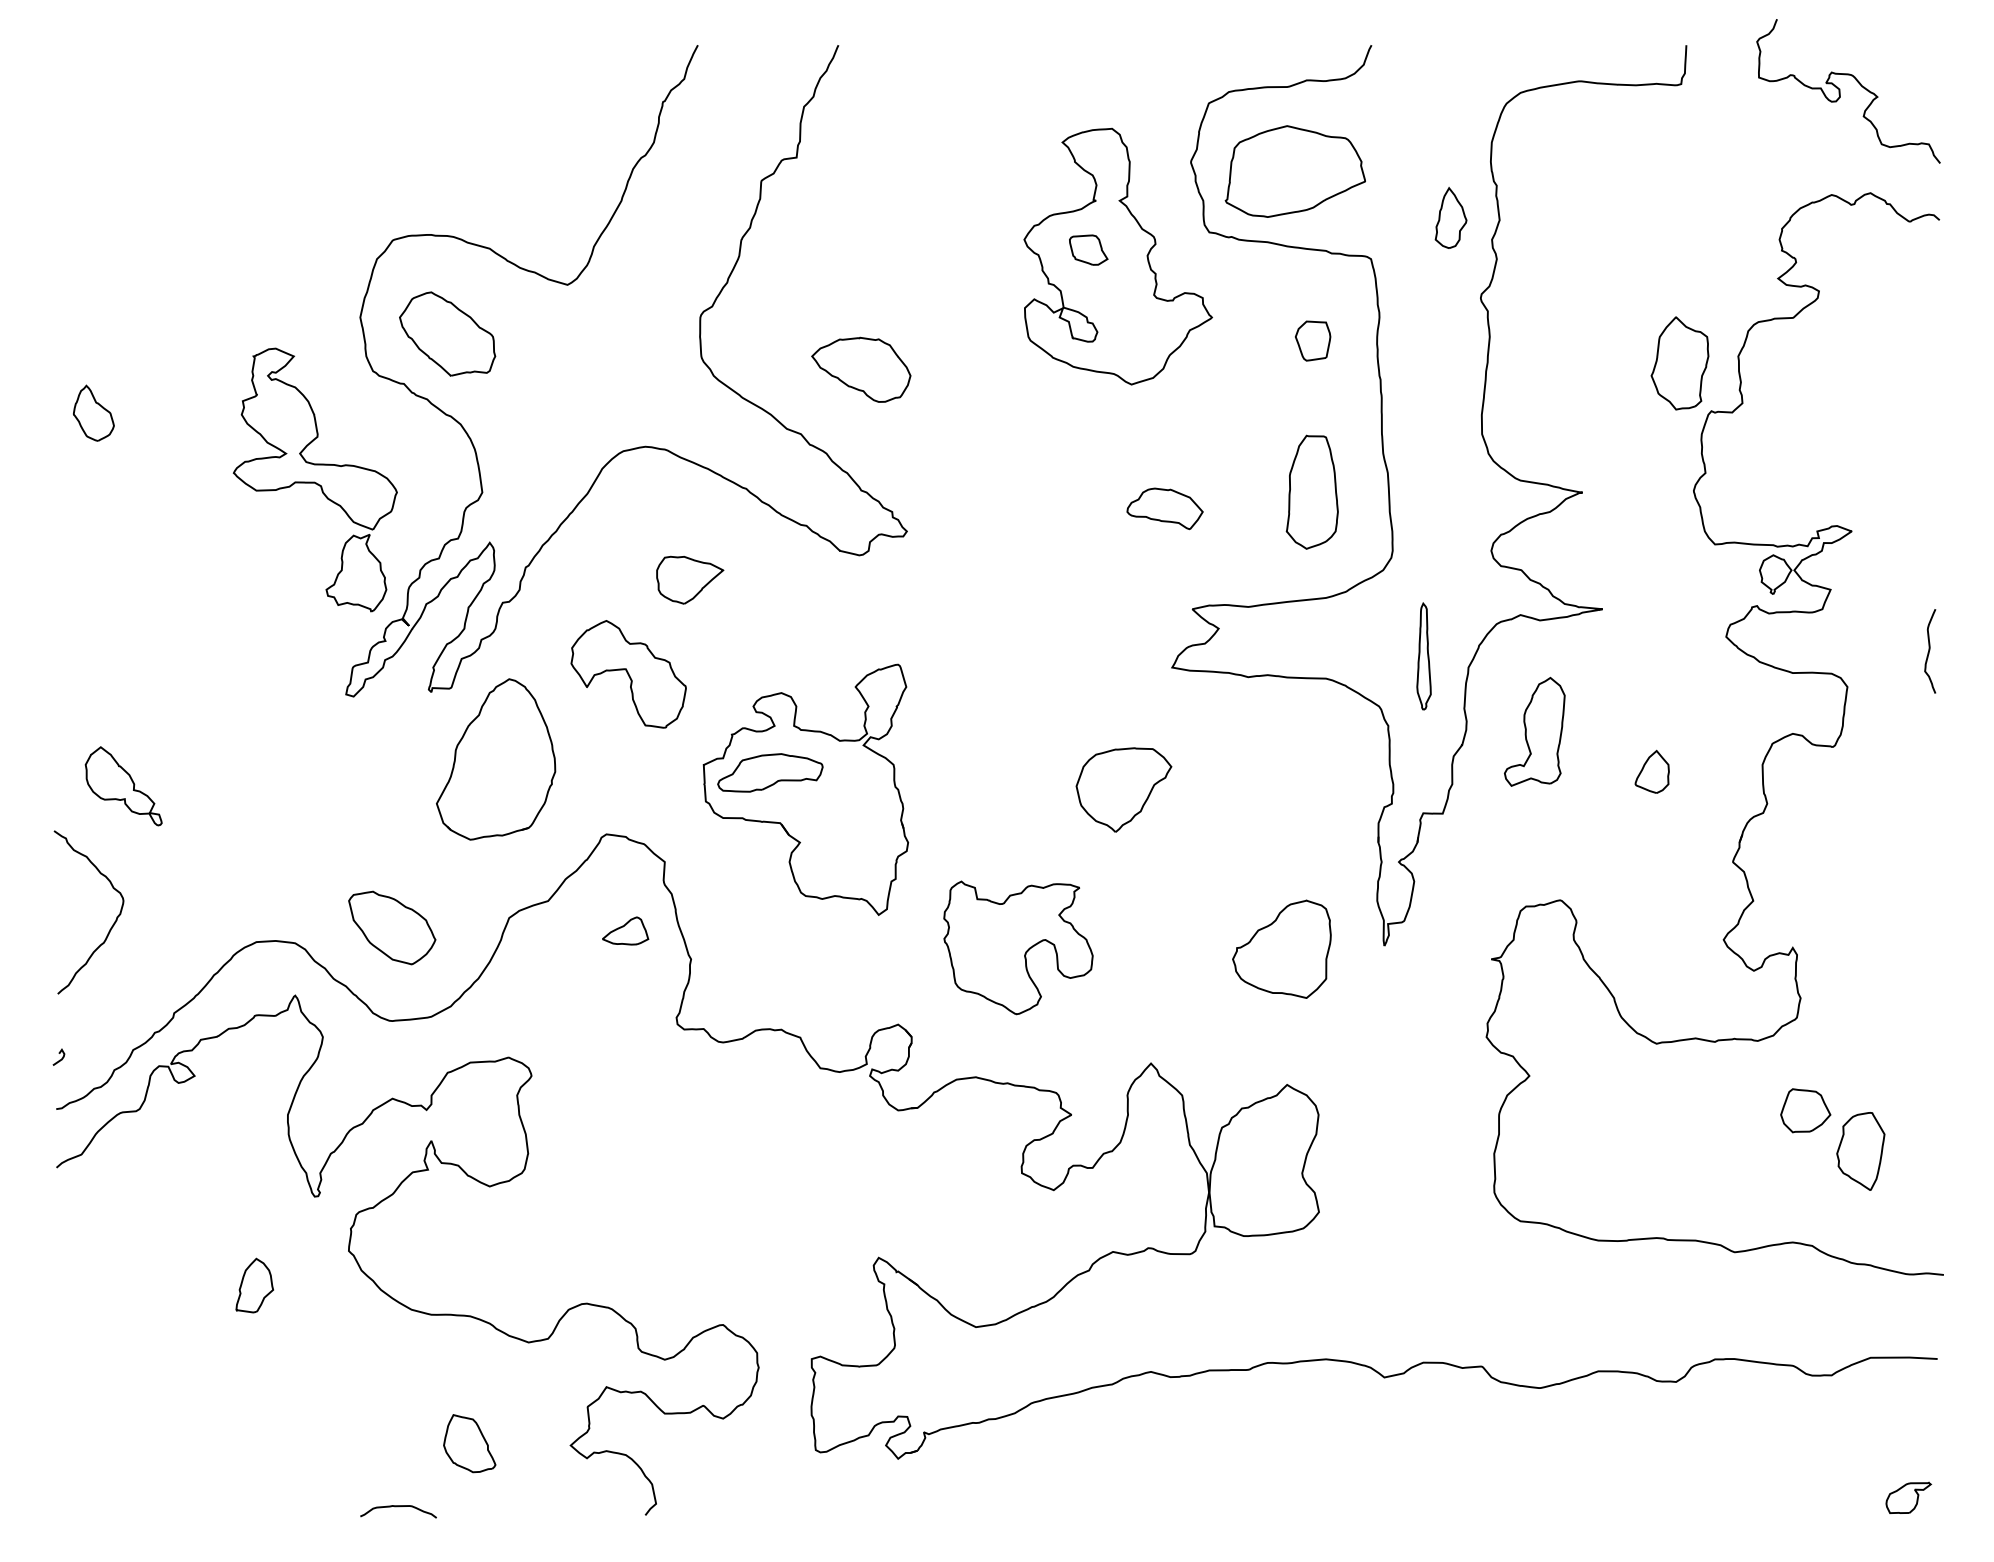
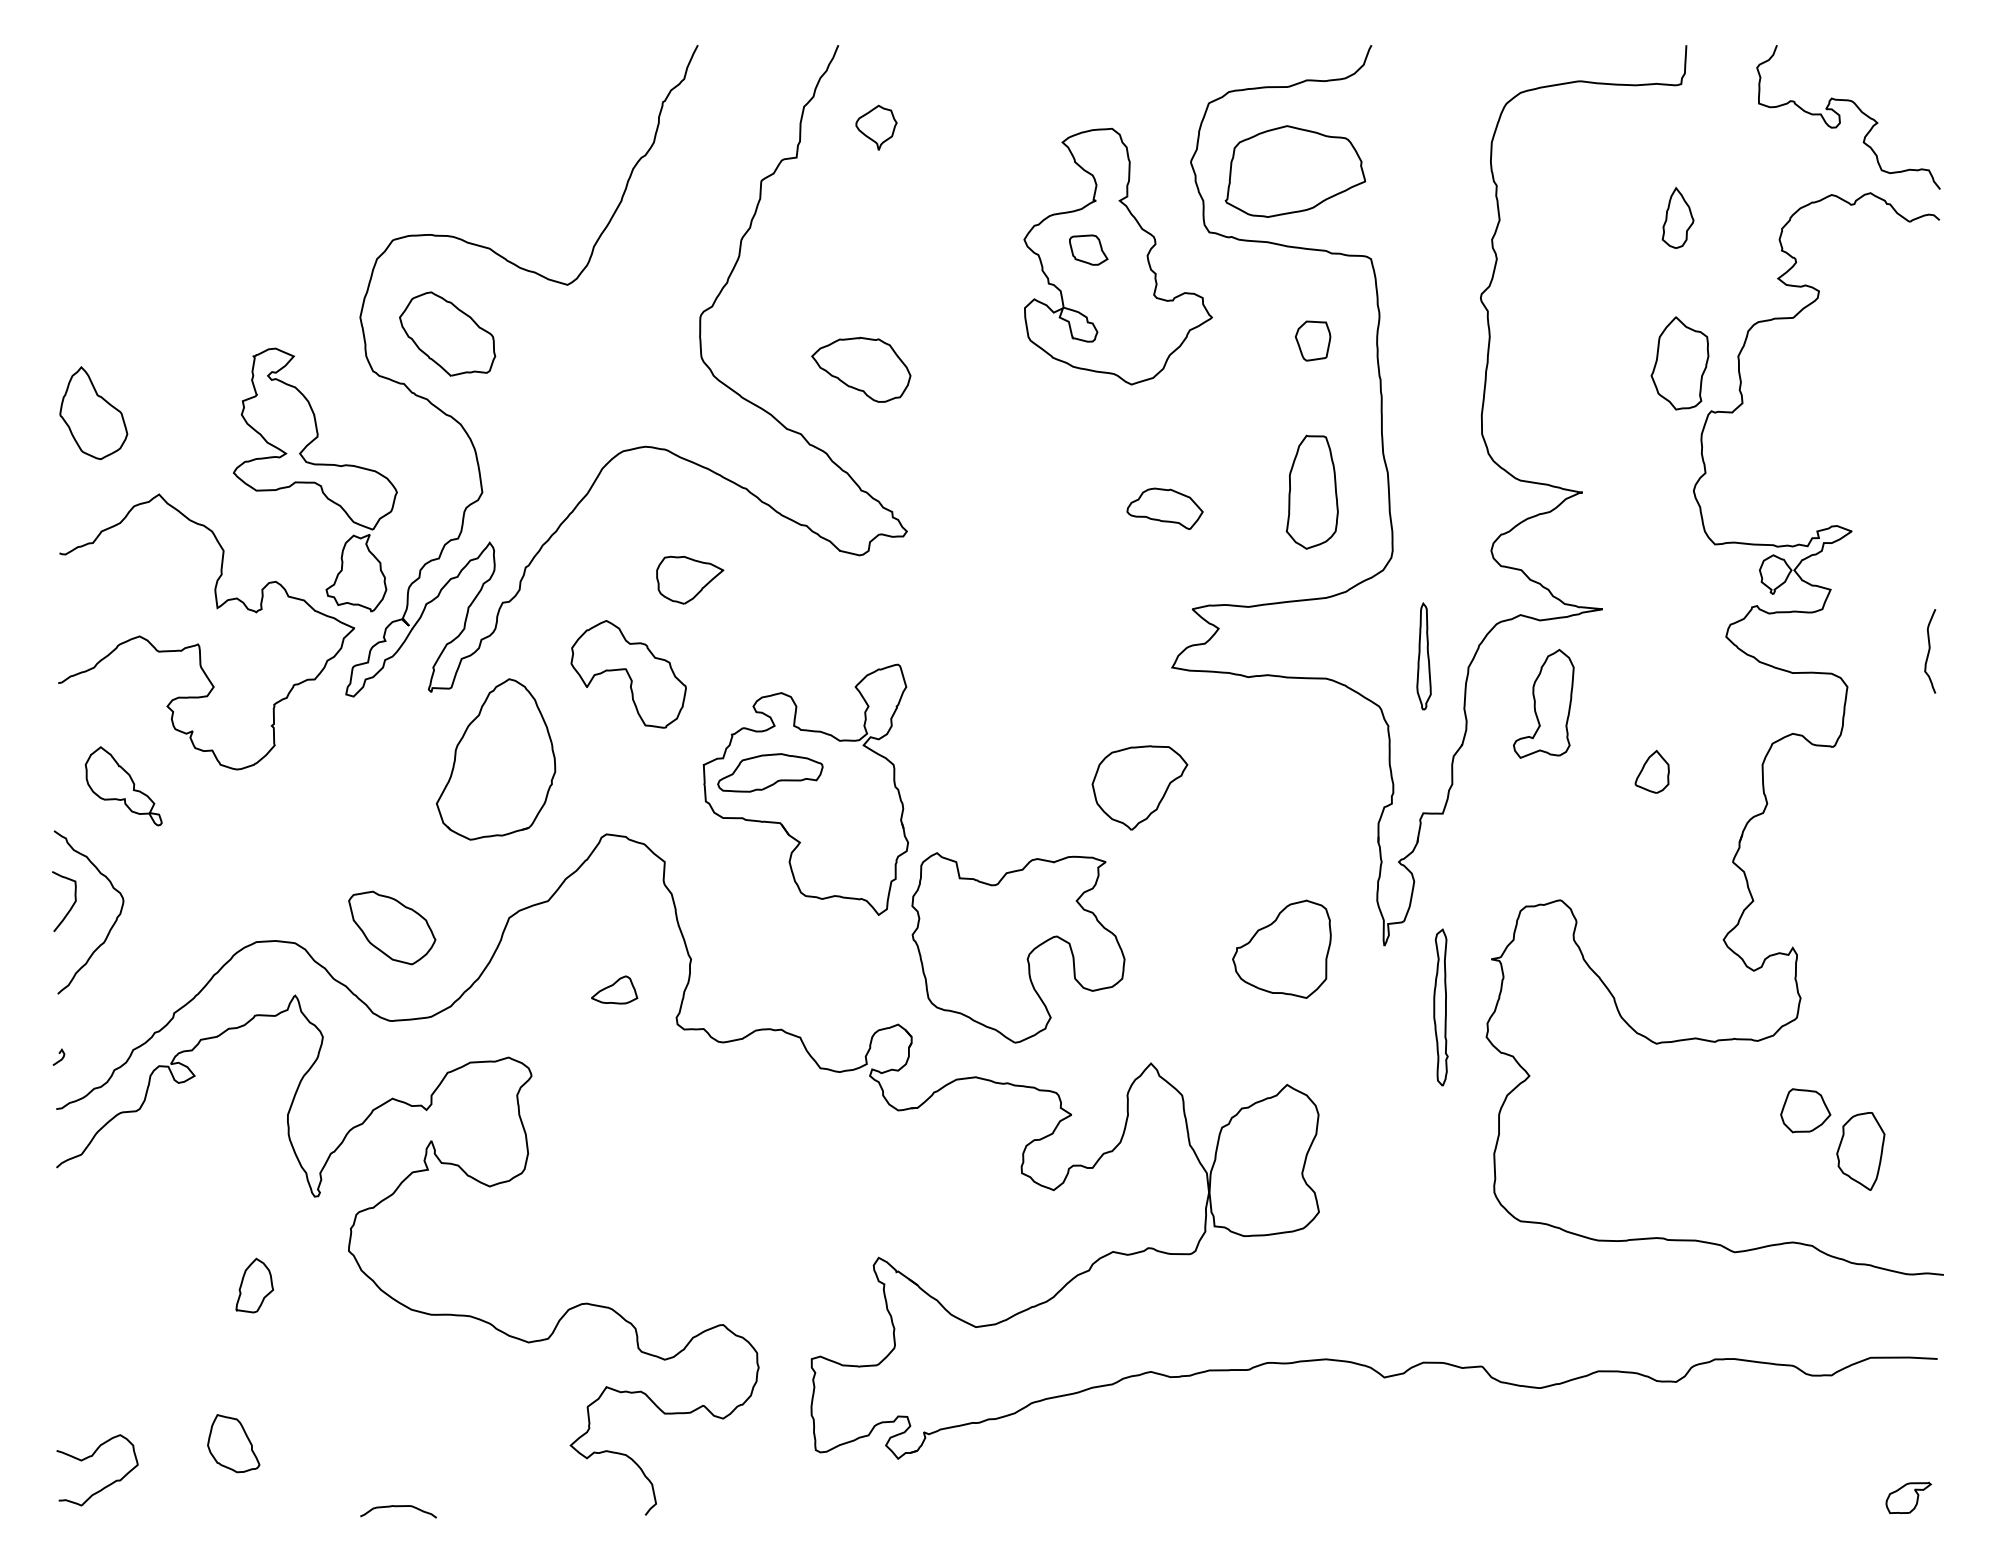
curve at (1840, 91) position: (1840, 91) -> (1840, 117)
part at (876, 127): none -> present
part at (1450, 217) position: (1450, 217) -> (1677, 217)
part at (93, 412) size: 42x58 px -> 70x95 px
curve at (198, 643): none -> present
part at (1534, 731) position: (1534, 731) -> (1543, 703)
part at (1123, 789) position: (1123, 789) -> (1139, 787)
curve at (70, 907): none -> present
part at (625, 930) position: (625, 930) -> (614, 989)
part at (1018, 947) size: 151x136 px -> 215x192 px
part at (1440, 1007): none -> present
part at (469, 1443) position: (469, 1443) -> (233, 1443)
curve at (90, 1457): none -> present
